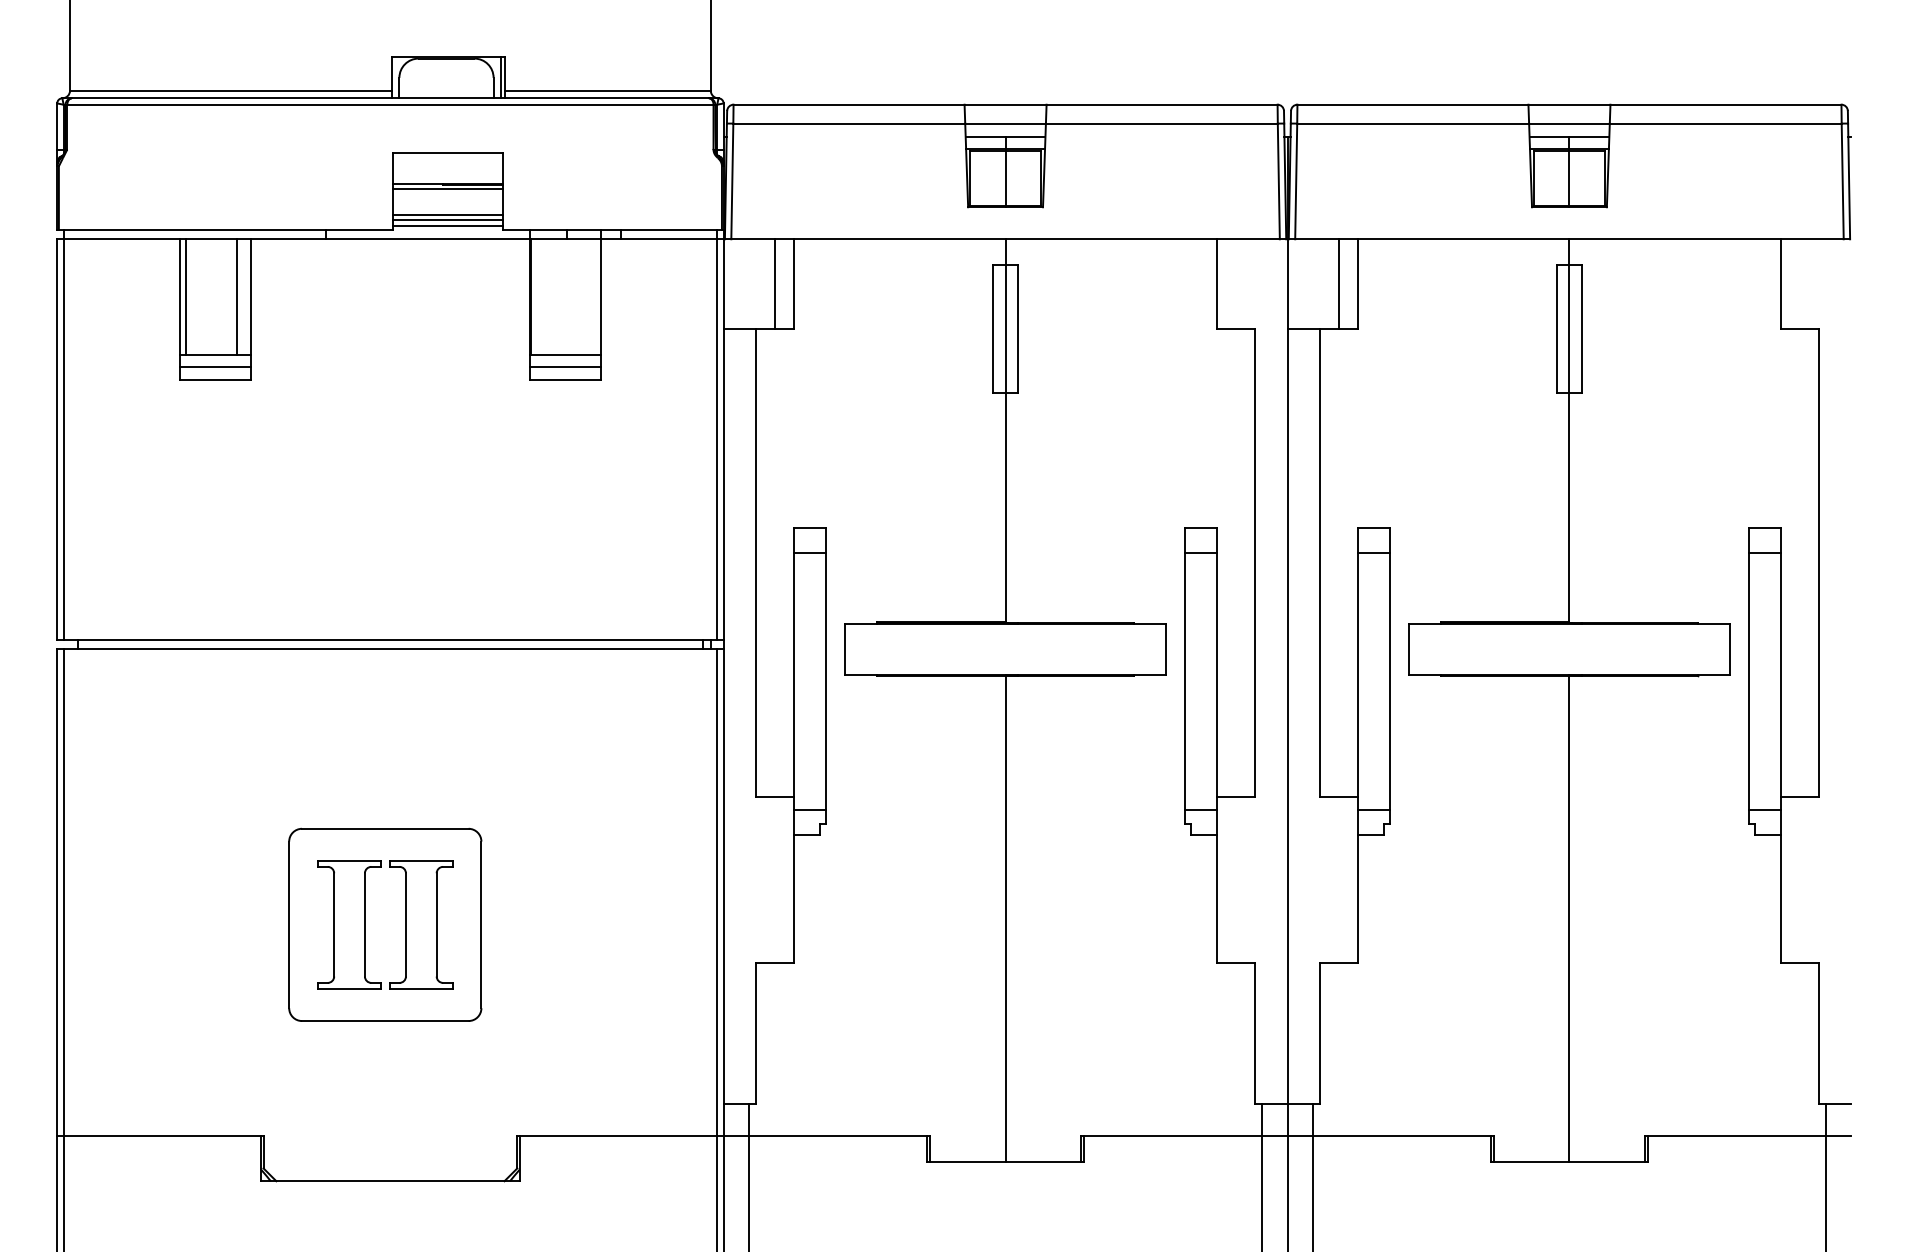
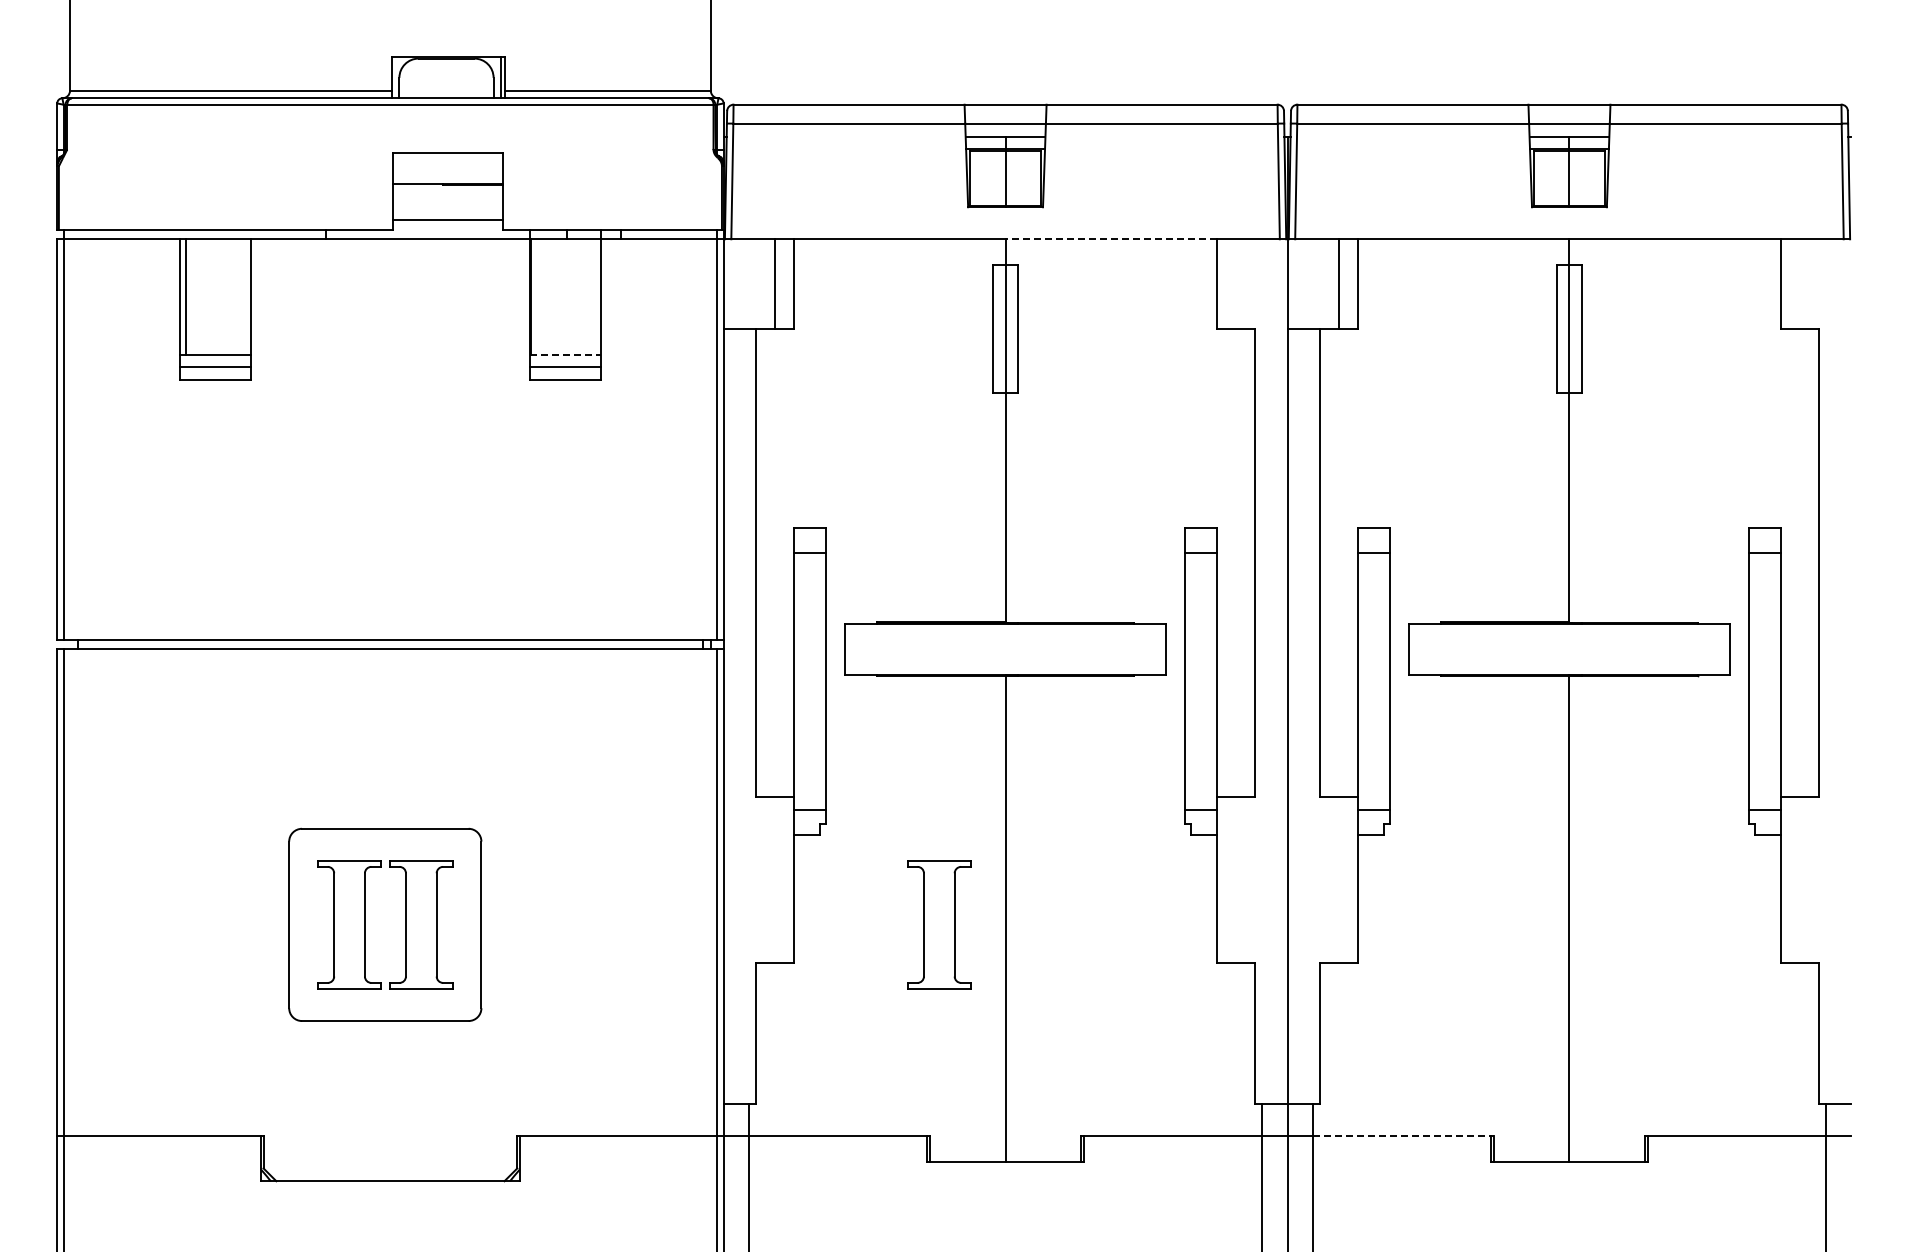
line at (447, 189): present -> none
line at (447, 214): present -> none
line at (447, 226): present -> none
line at (1111, 239): solid -> dashed
line at (237, 296): present -> none
line at (565, 354): solid -> dashed
part at (939, 924): none -> present
line at (1404, 1136): solid -> dashed
